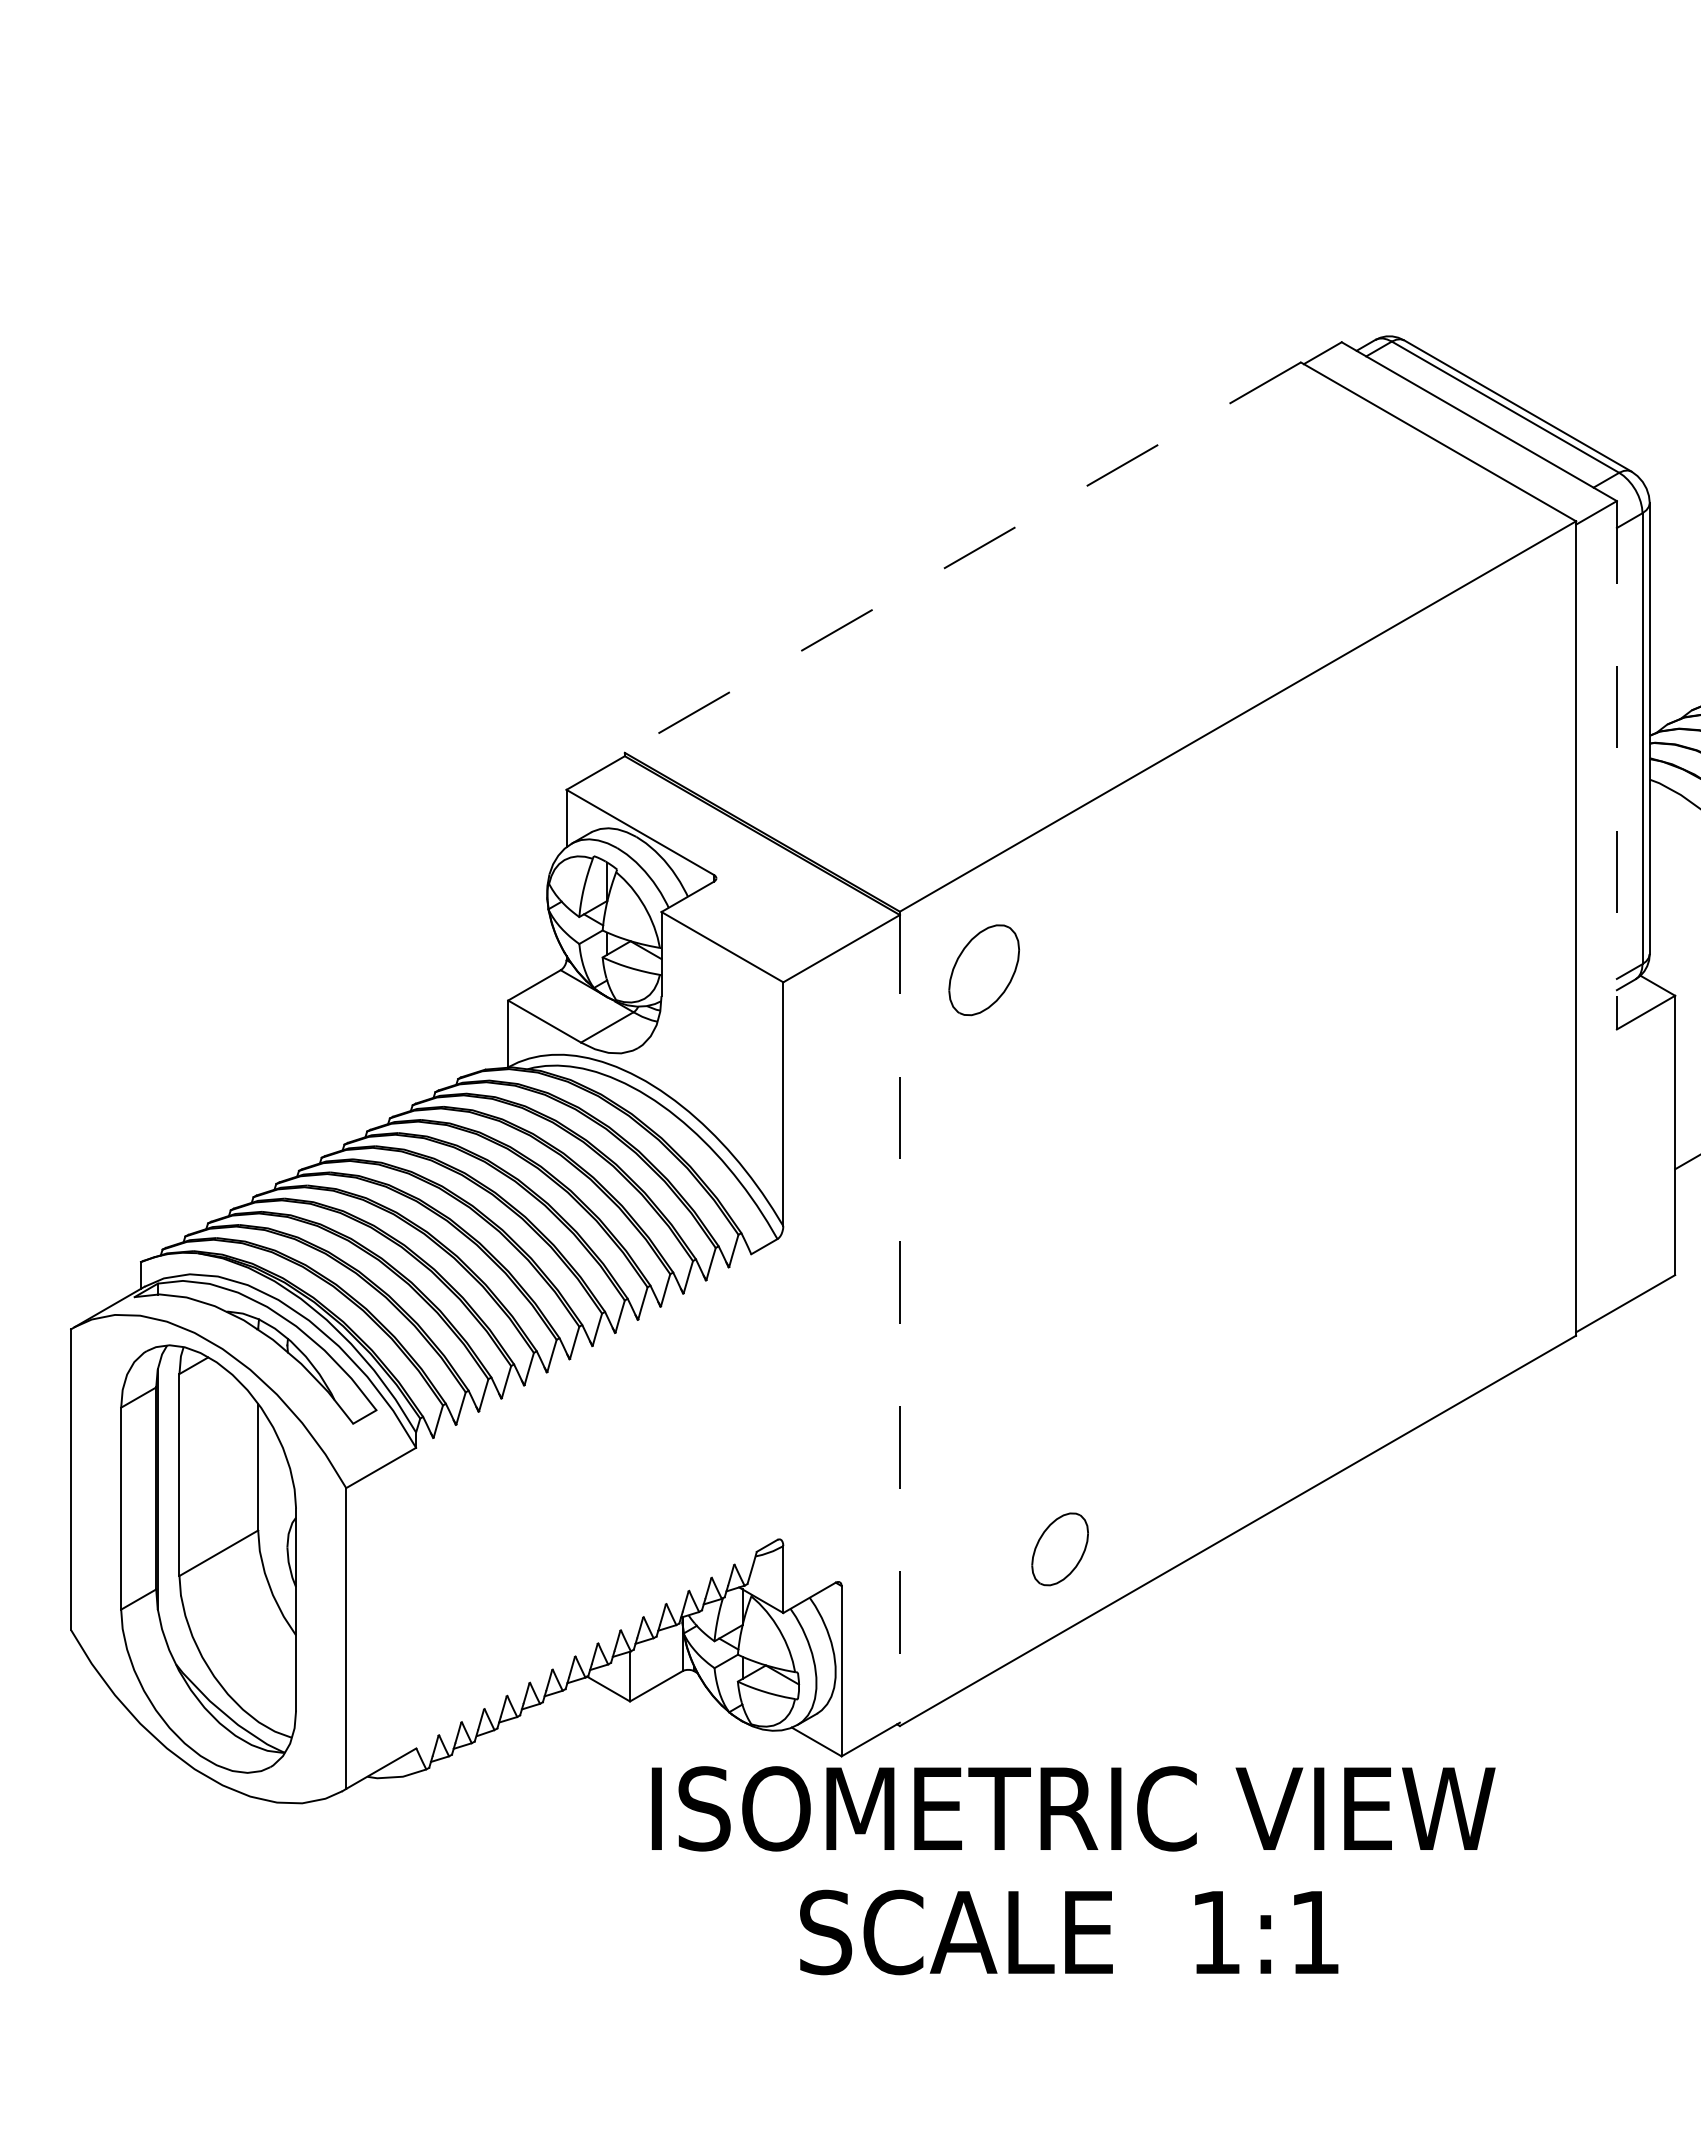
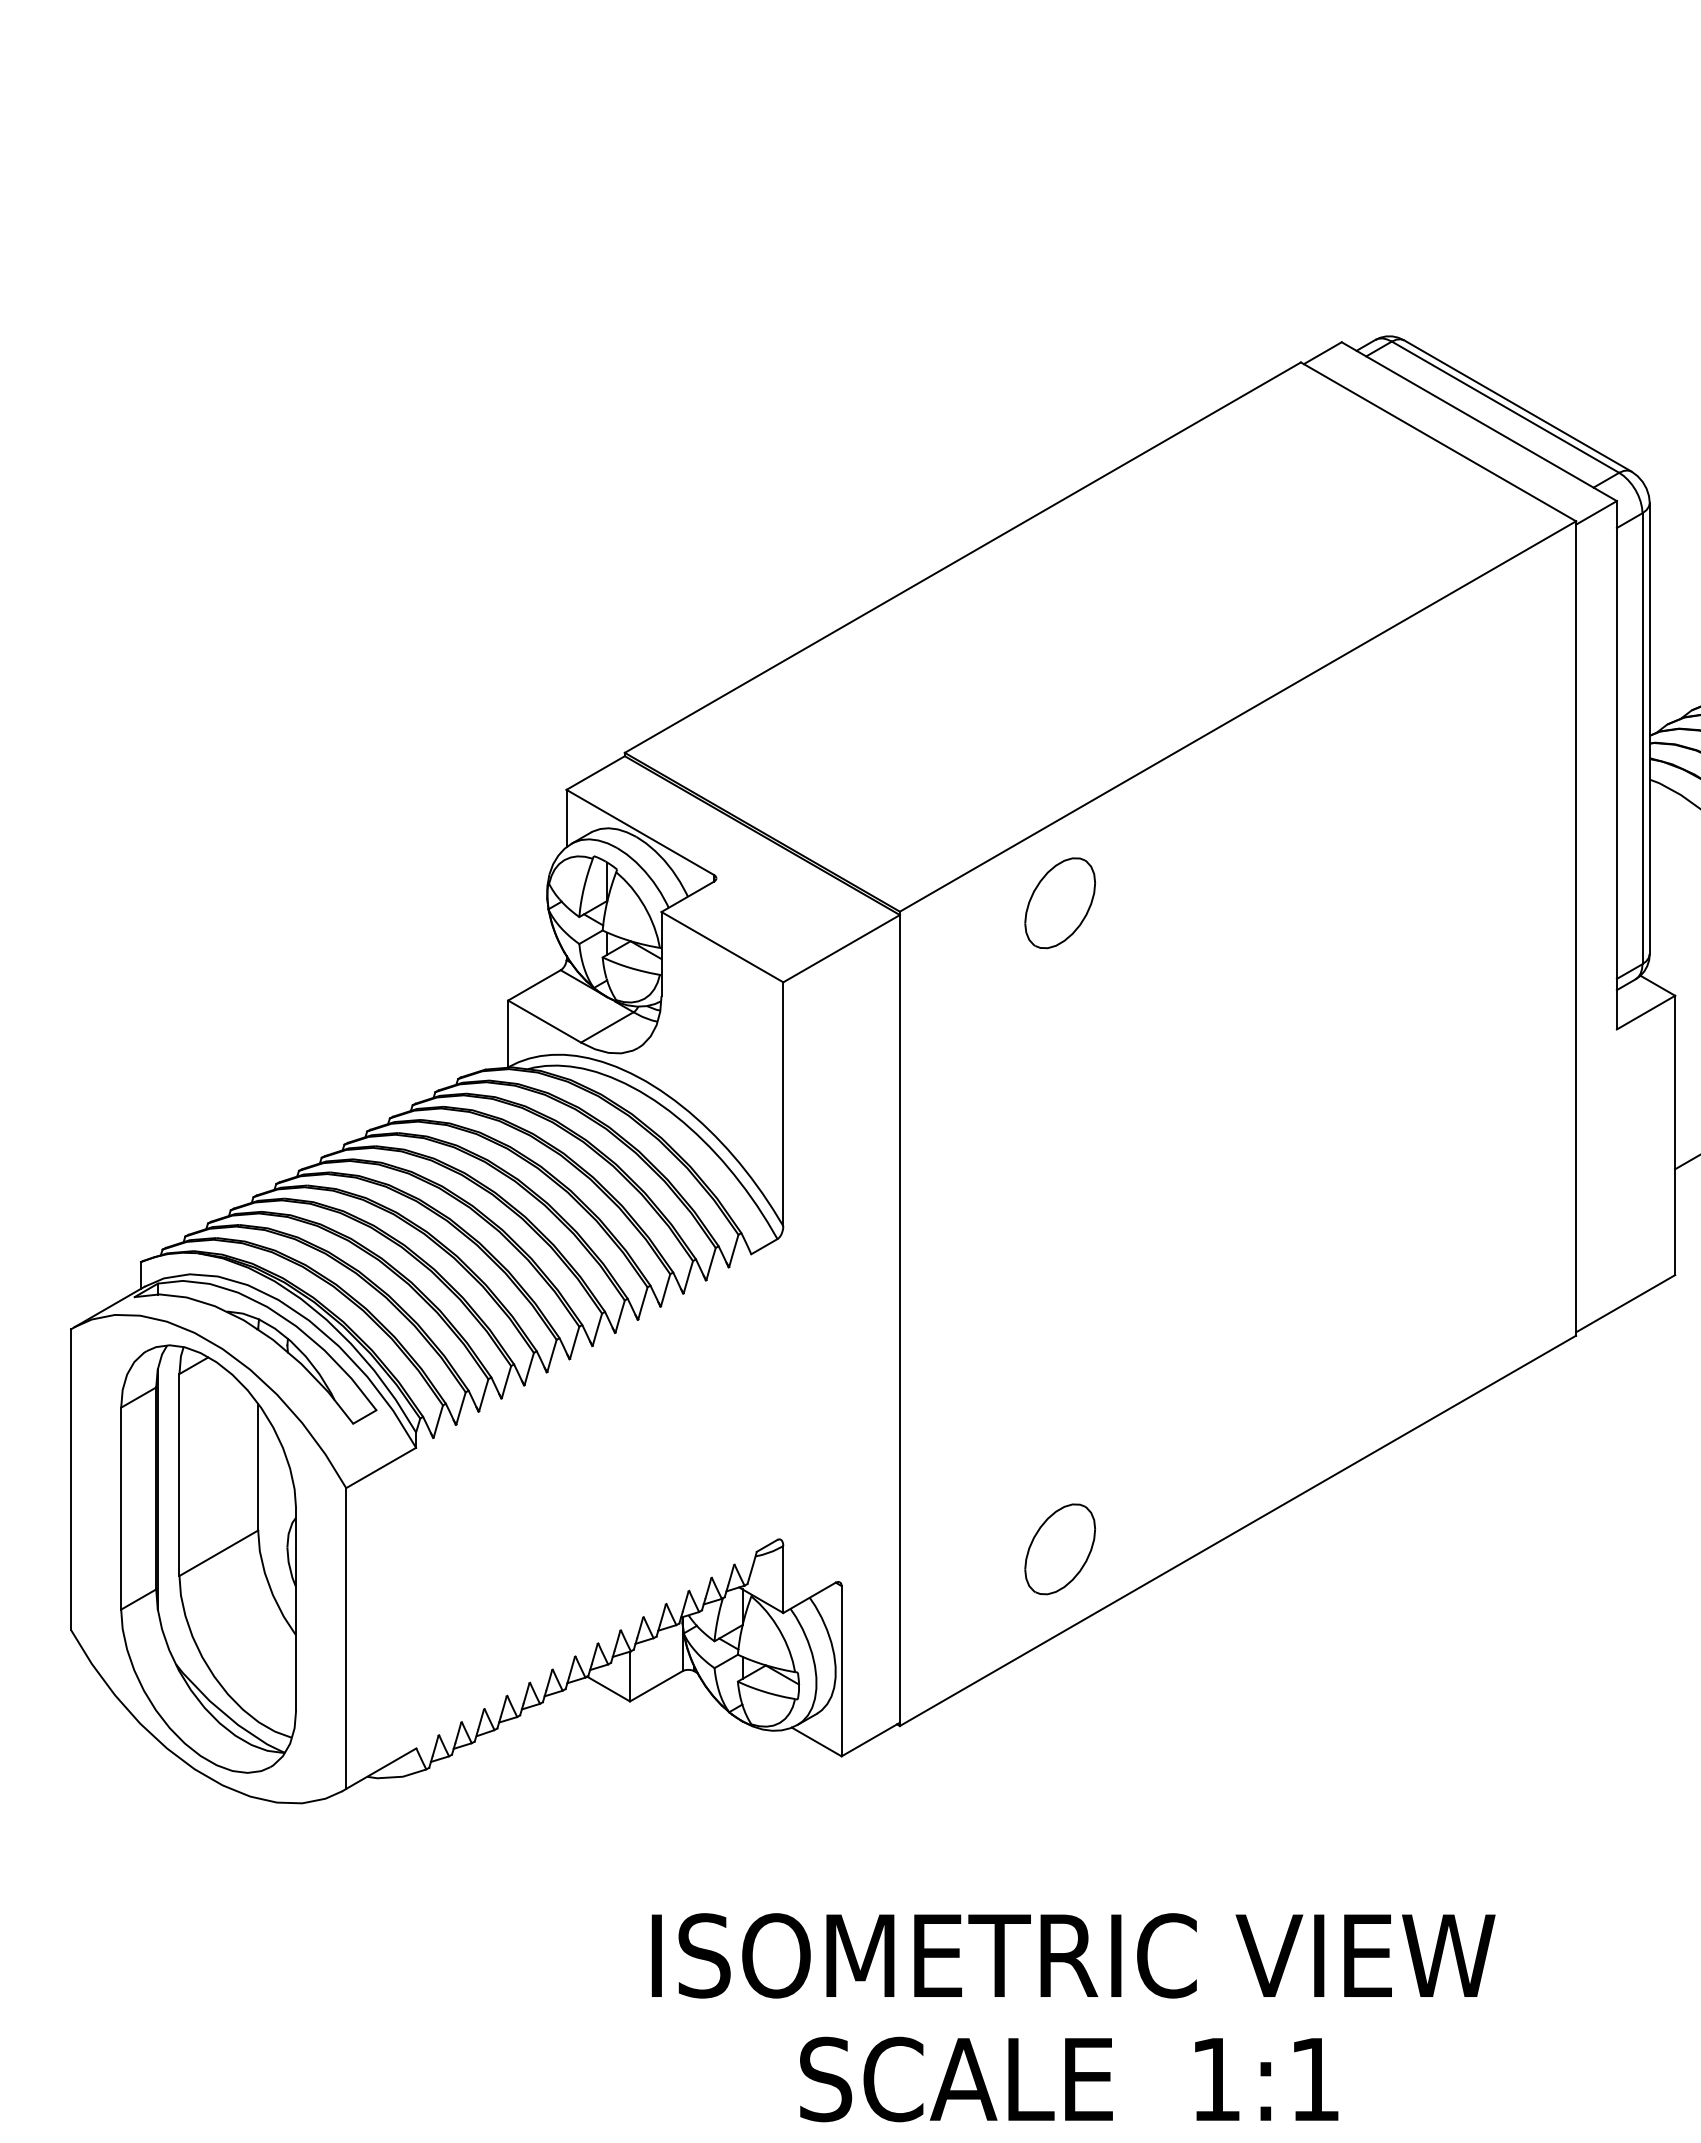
line at (962, 557): dashed -> solid
line at (1616, 765): dashed -> solid
part at (983, 970) position: (983, 970) -> (1059, 903)
line at (899, 1319): dashed -> solid
part at (1059, 1549) size: 58x75 px -> 72x93 px
text at (1073, 1870) position: (1073, 1870) -> (1073, 2017)
